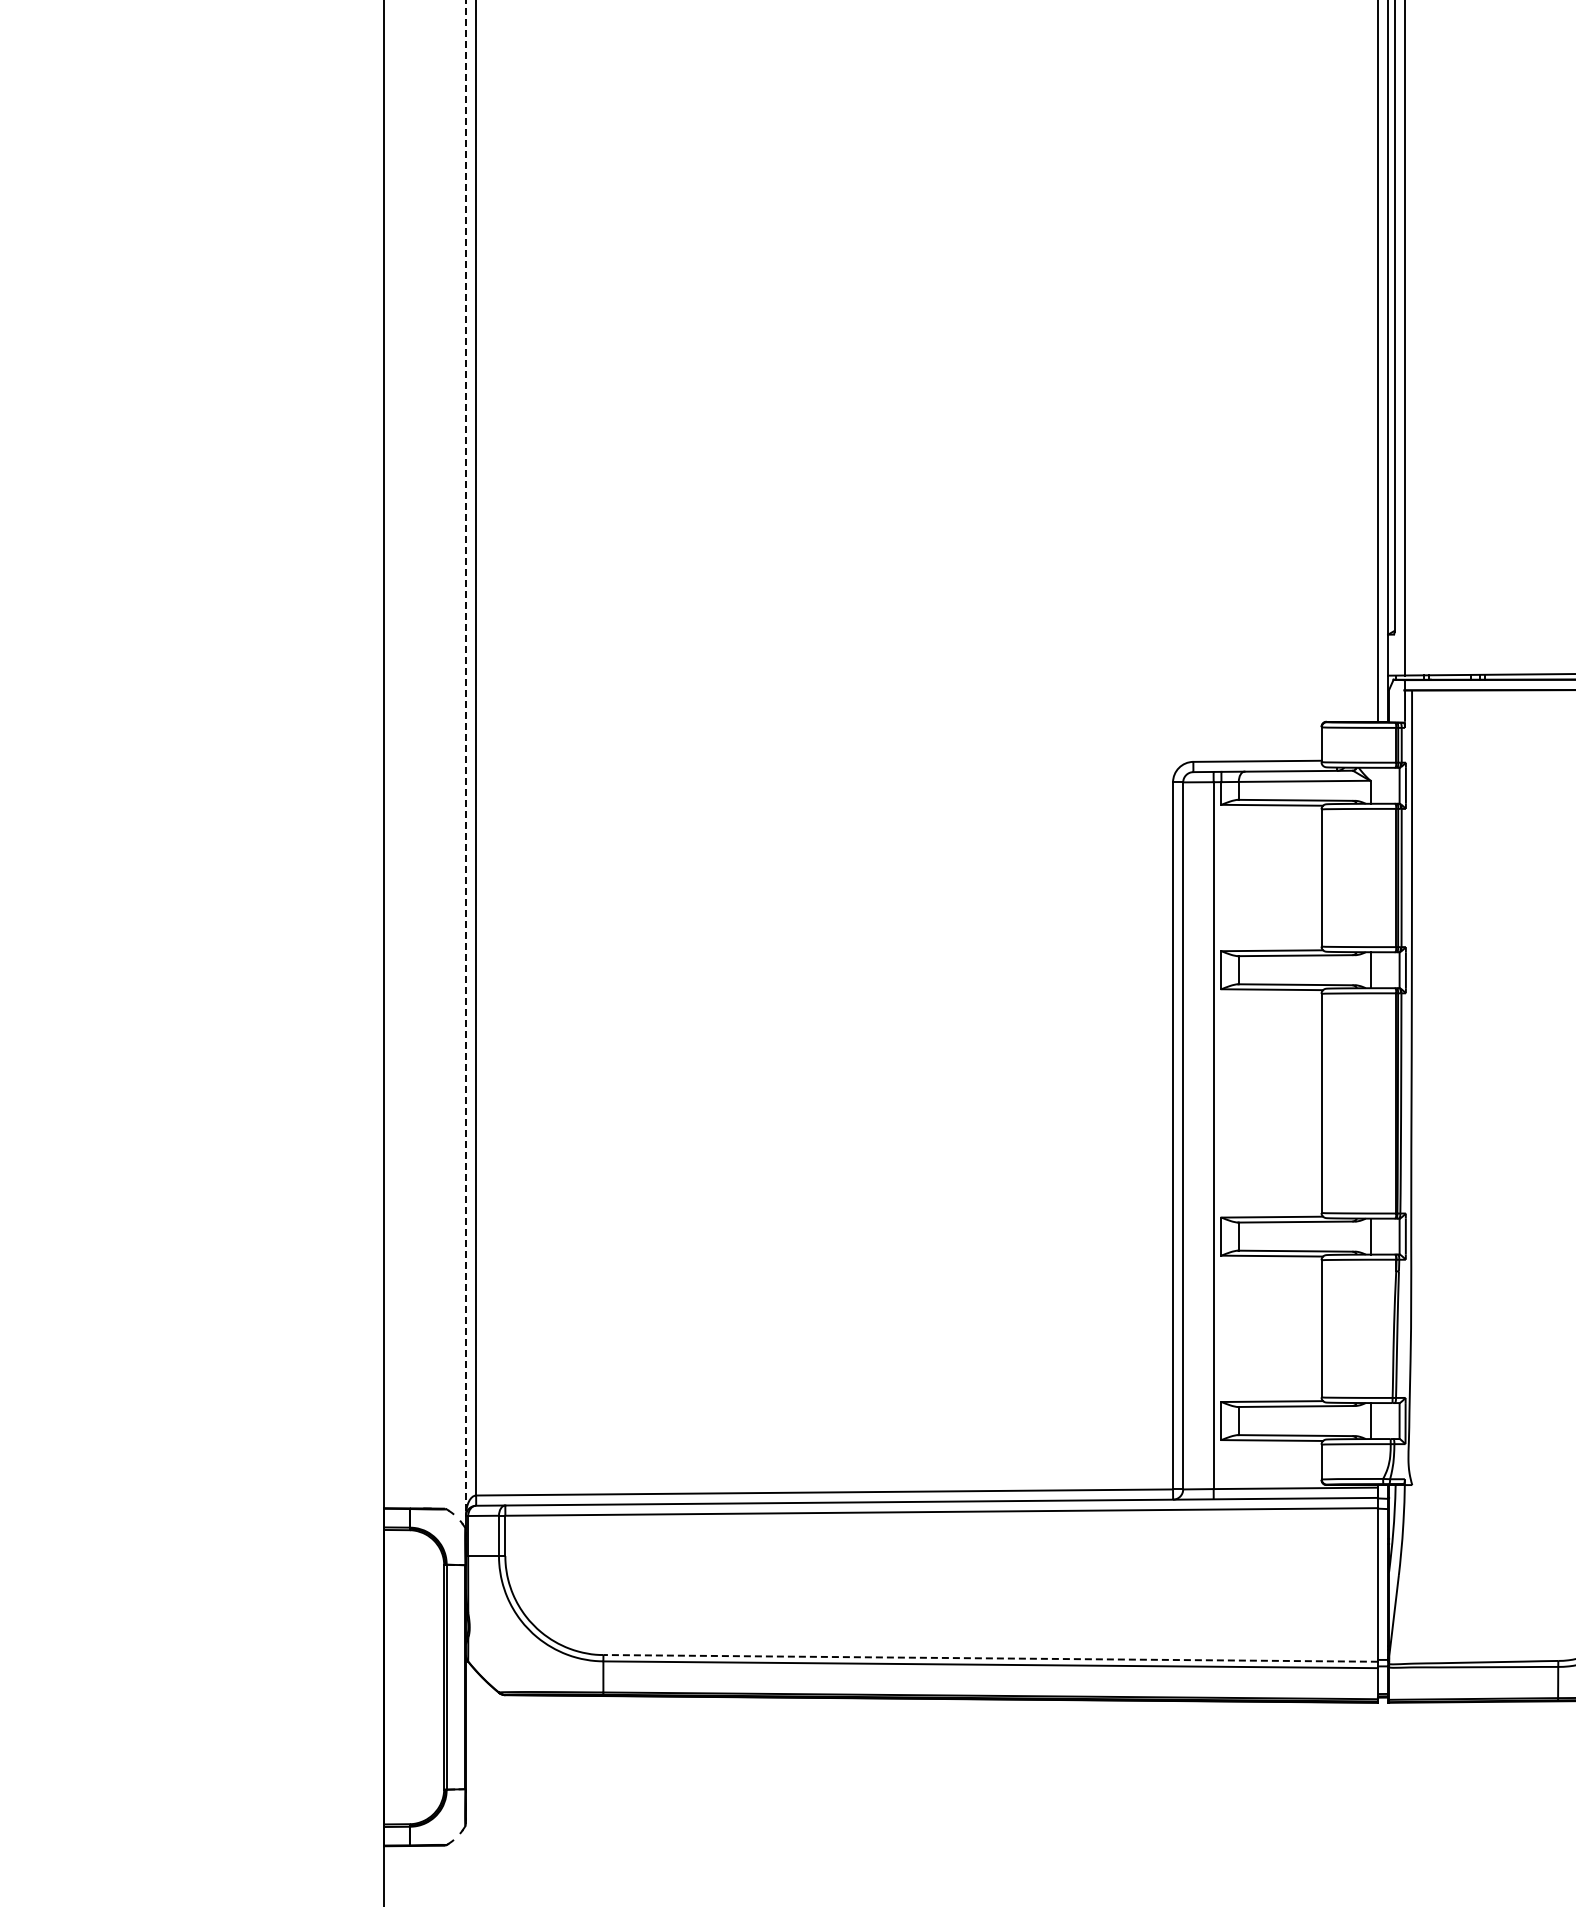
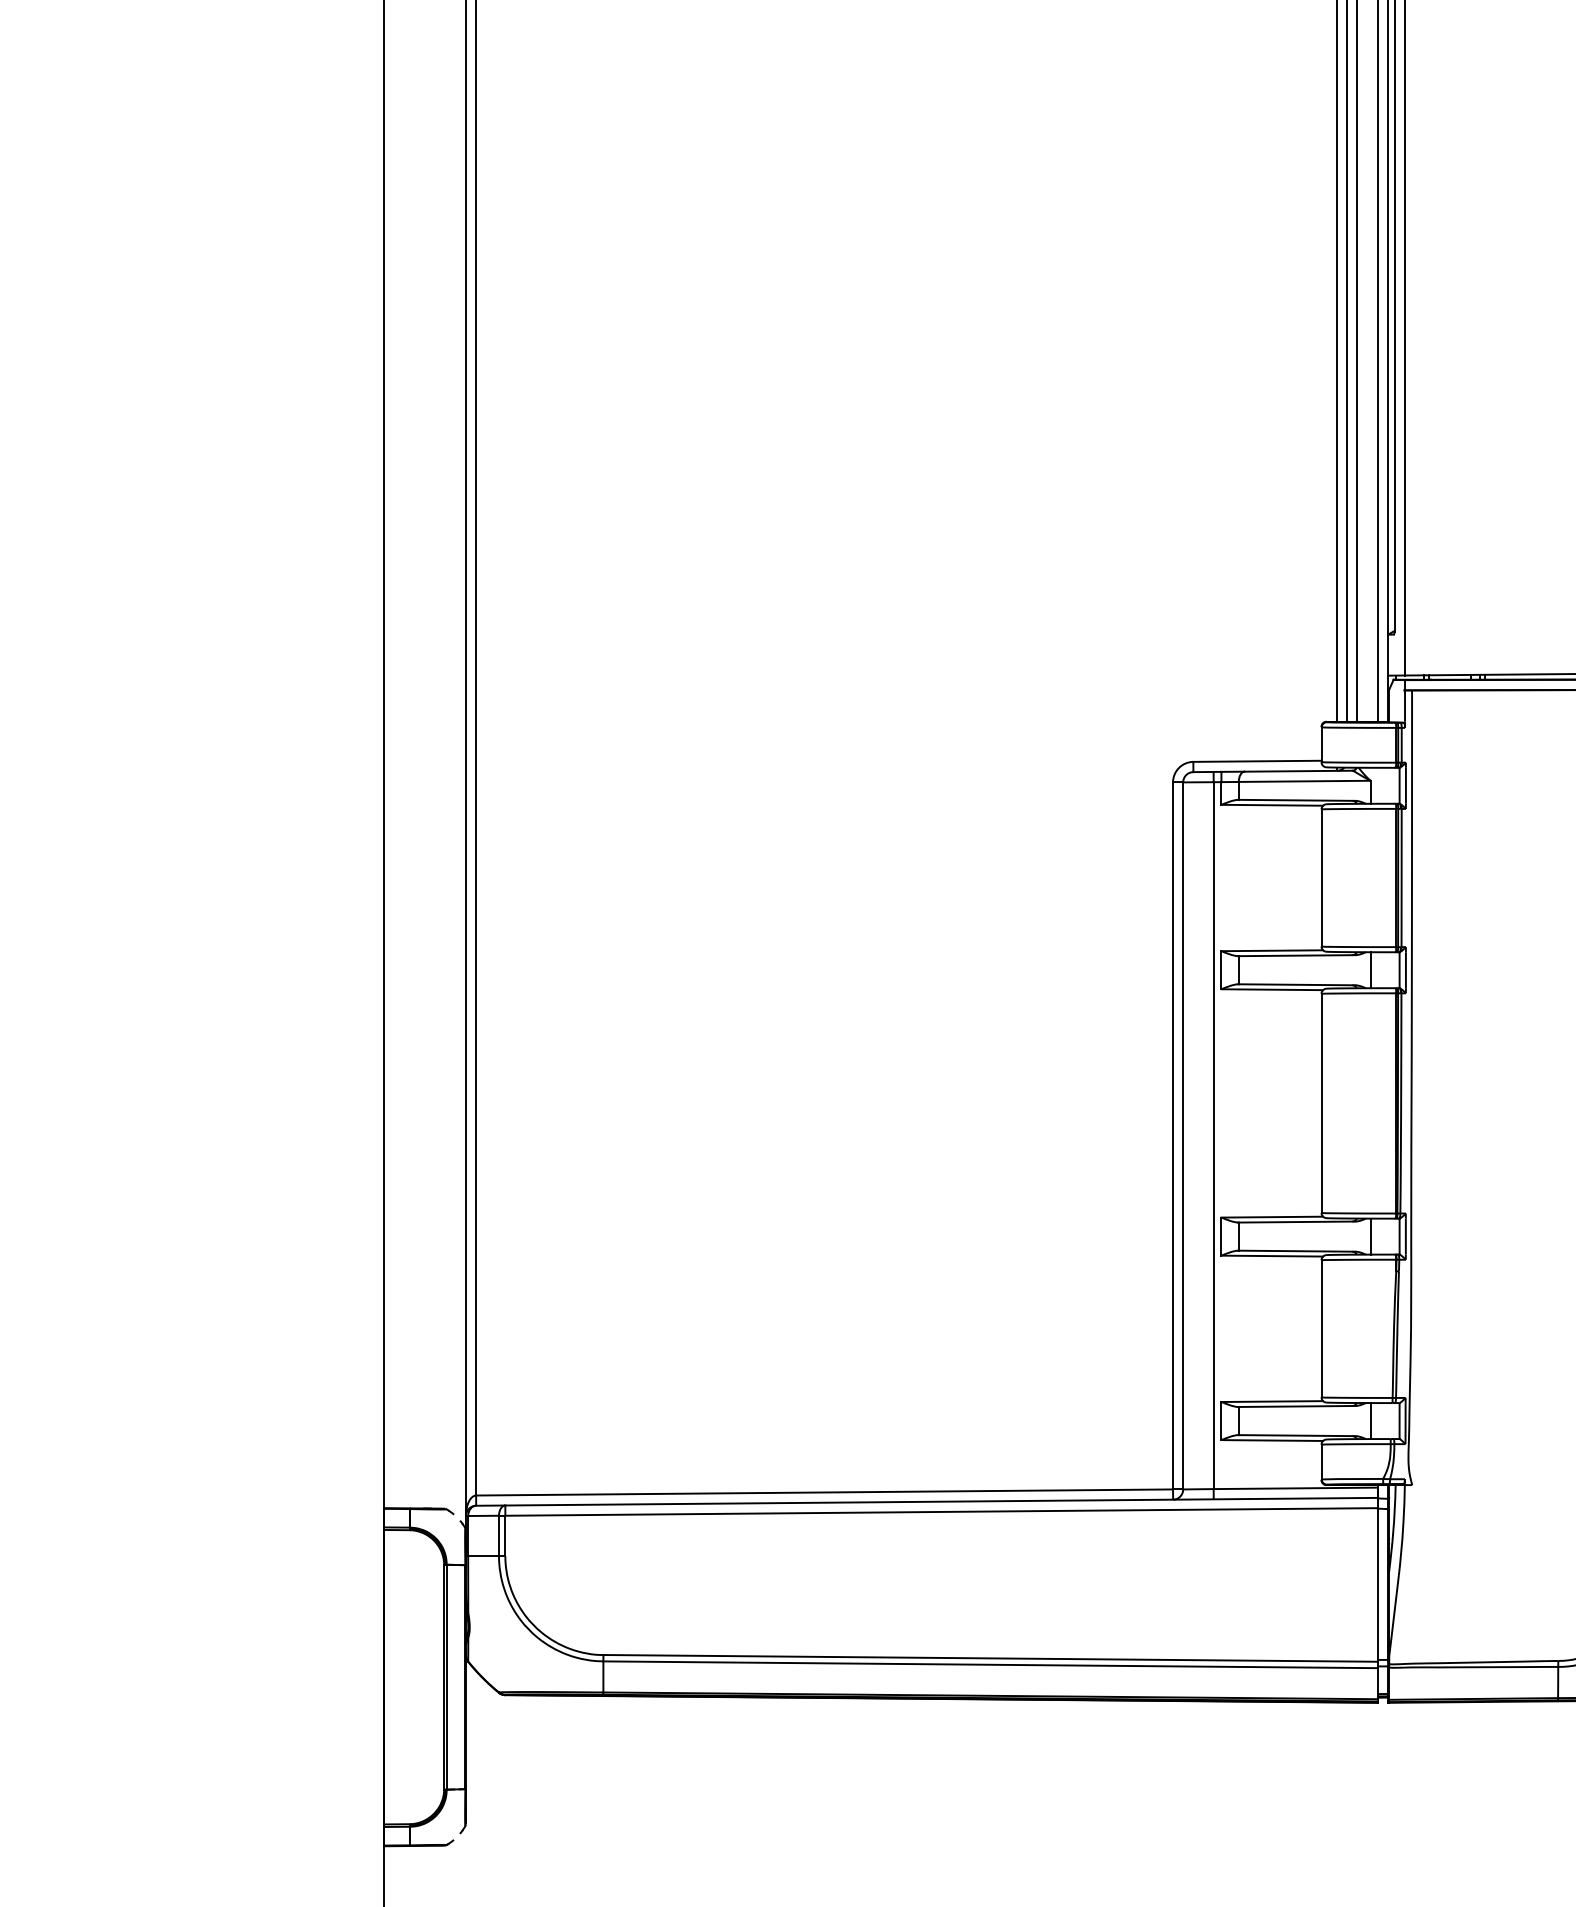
line at (1336, 361): none -> present
line at (1347, 361): none -> present
line at (1357, 361): none -> present
line at (465, 758): dashed -> solid
line at (990, 1658): dashed -> solid
